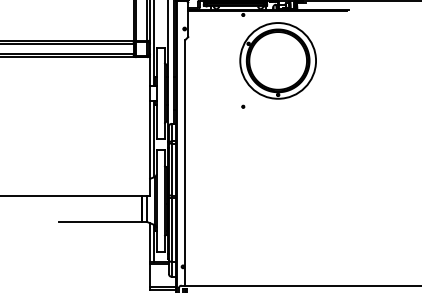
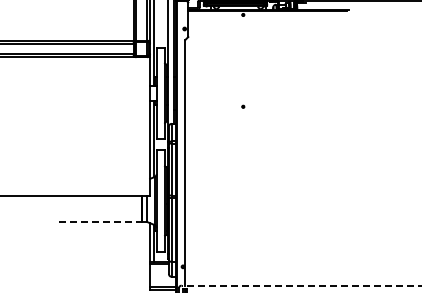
part at (277, 60): present -> none
line at (100, 222): solid -> dashed
line at (301, 285): solid -> dashed
